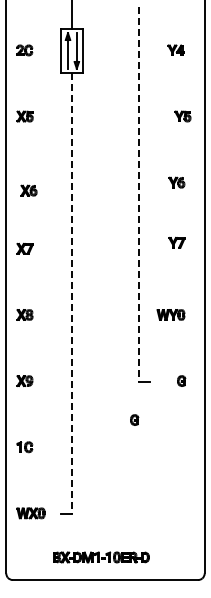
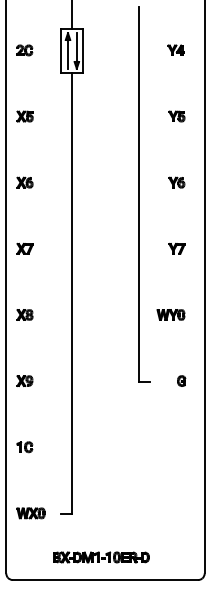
part at (182, 116) position: (182, 116) -> (176, 116)
part at (28, 190) position: (28, 190) -> (24, 182)
line at (138, 194): dashed -> solid
part at (176, 242) position: (176, 242) -> (176, 248)
line at (72, 293): dashed -> solid
part at (134, 419): present -> none
